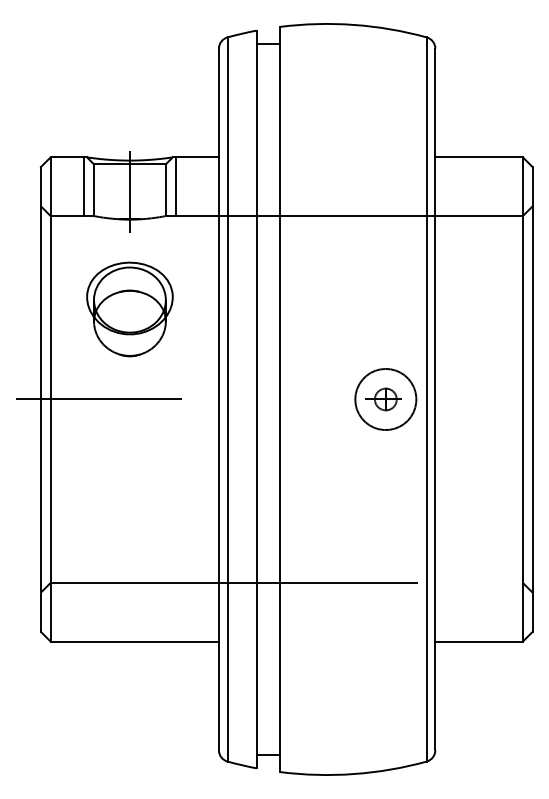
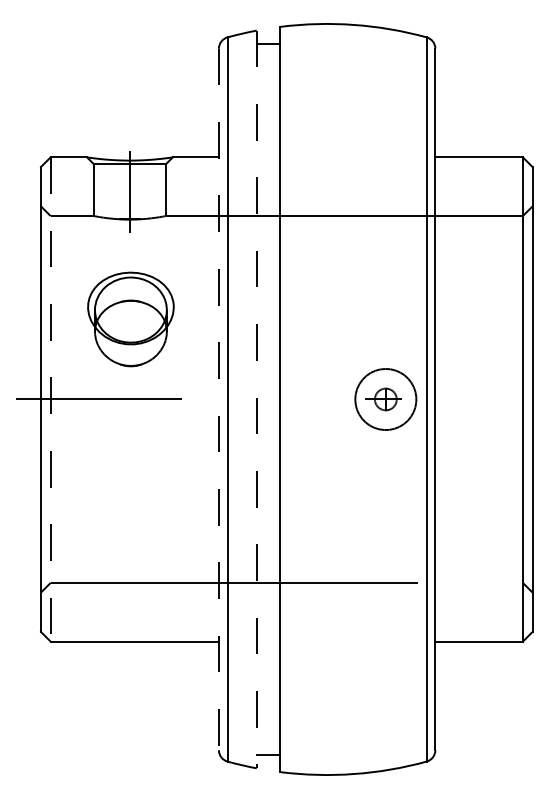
line at (84, 186): present -> none
line at (175, 186): present -> none
part at (129, 309) position: (129, 309) -> (130, 319)
line at (50, 399): solid -> dashed
line at (218, 399): solid -> dashed
line at (256, 399): solid -> dashed
